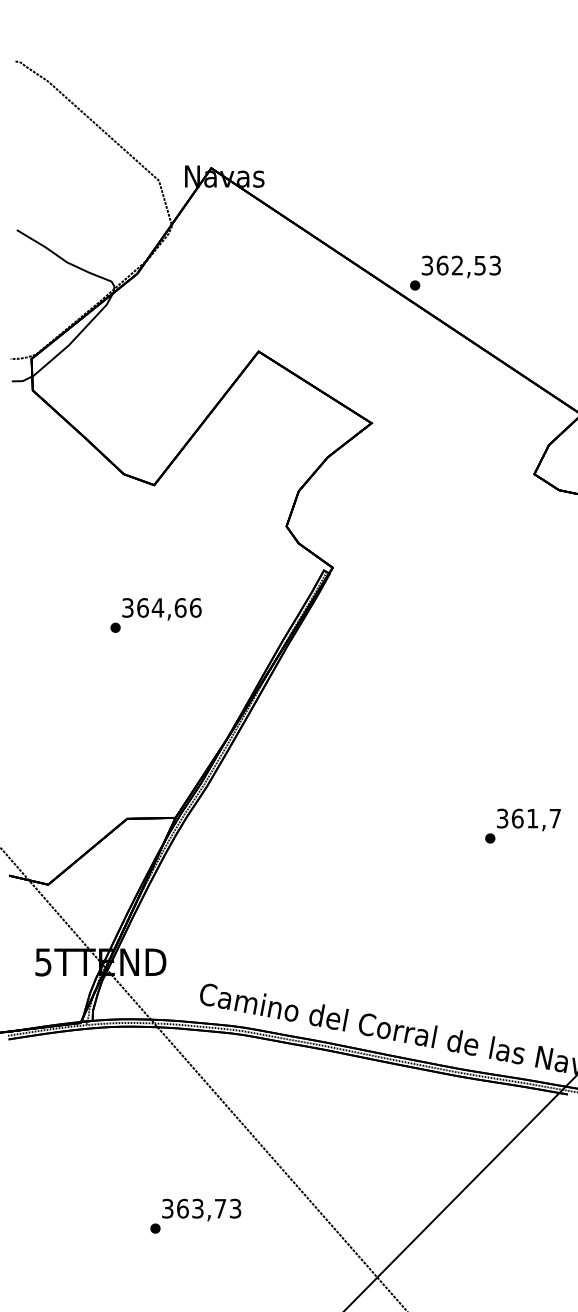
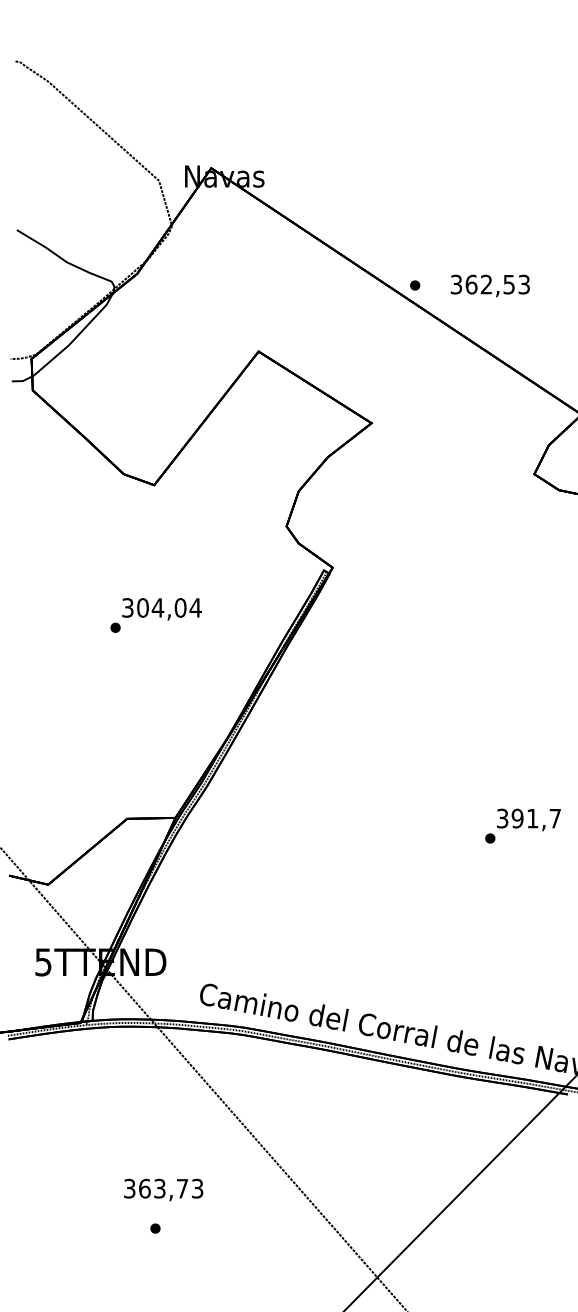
text at (460, 266) position: (460, 266) -> (489, 285)
text at (169, 607): 364,66 -> 304,04
text at (517, 818): 361,7 -> 391,7
text at (201, 1209) position: (201, 1209) -> (163, 1189)
